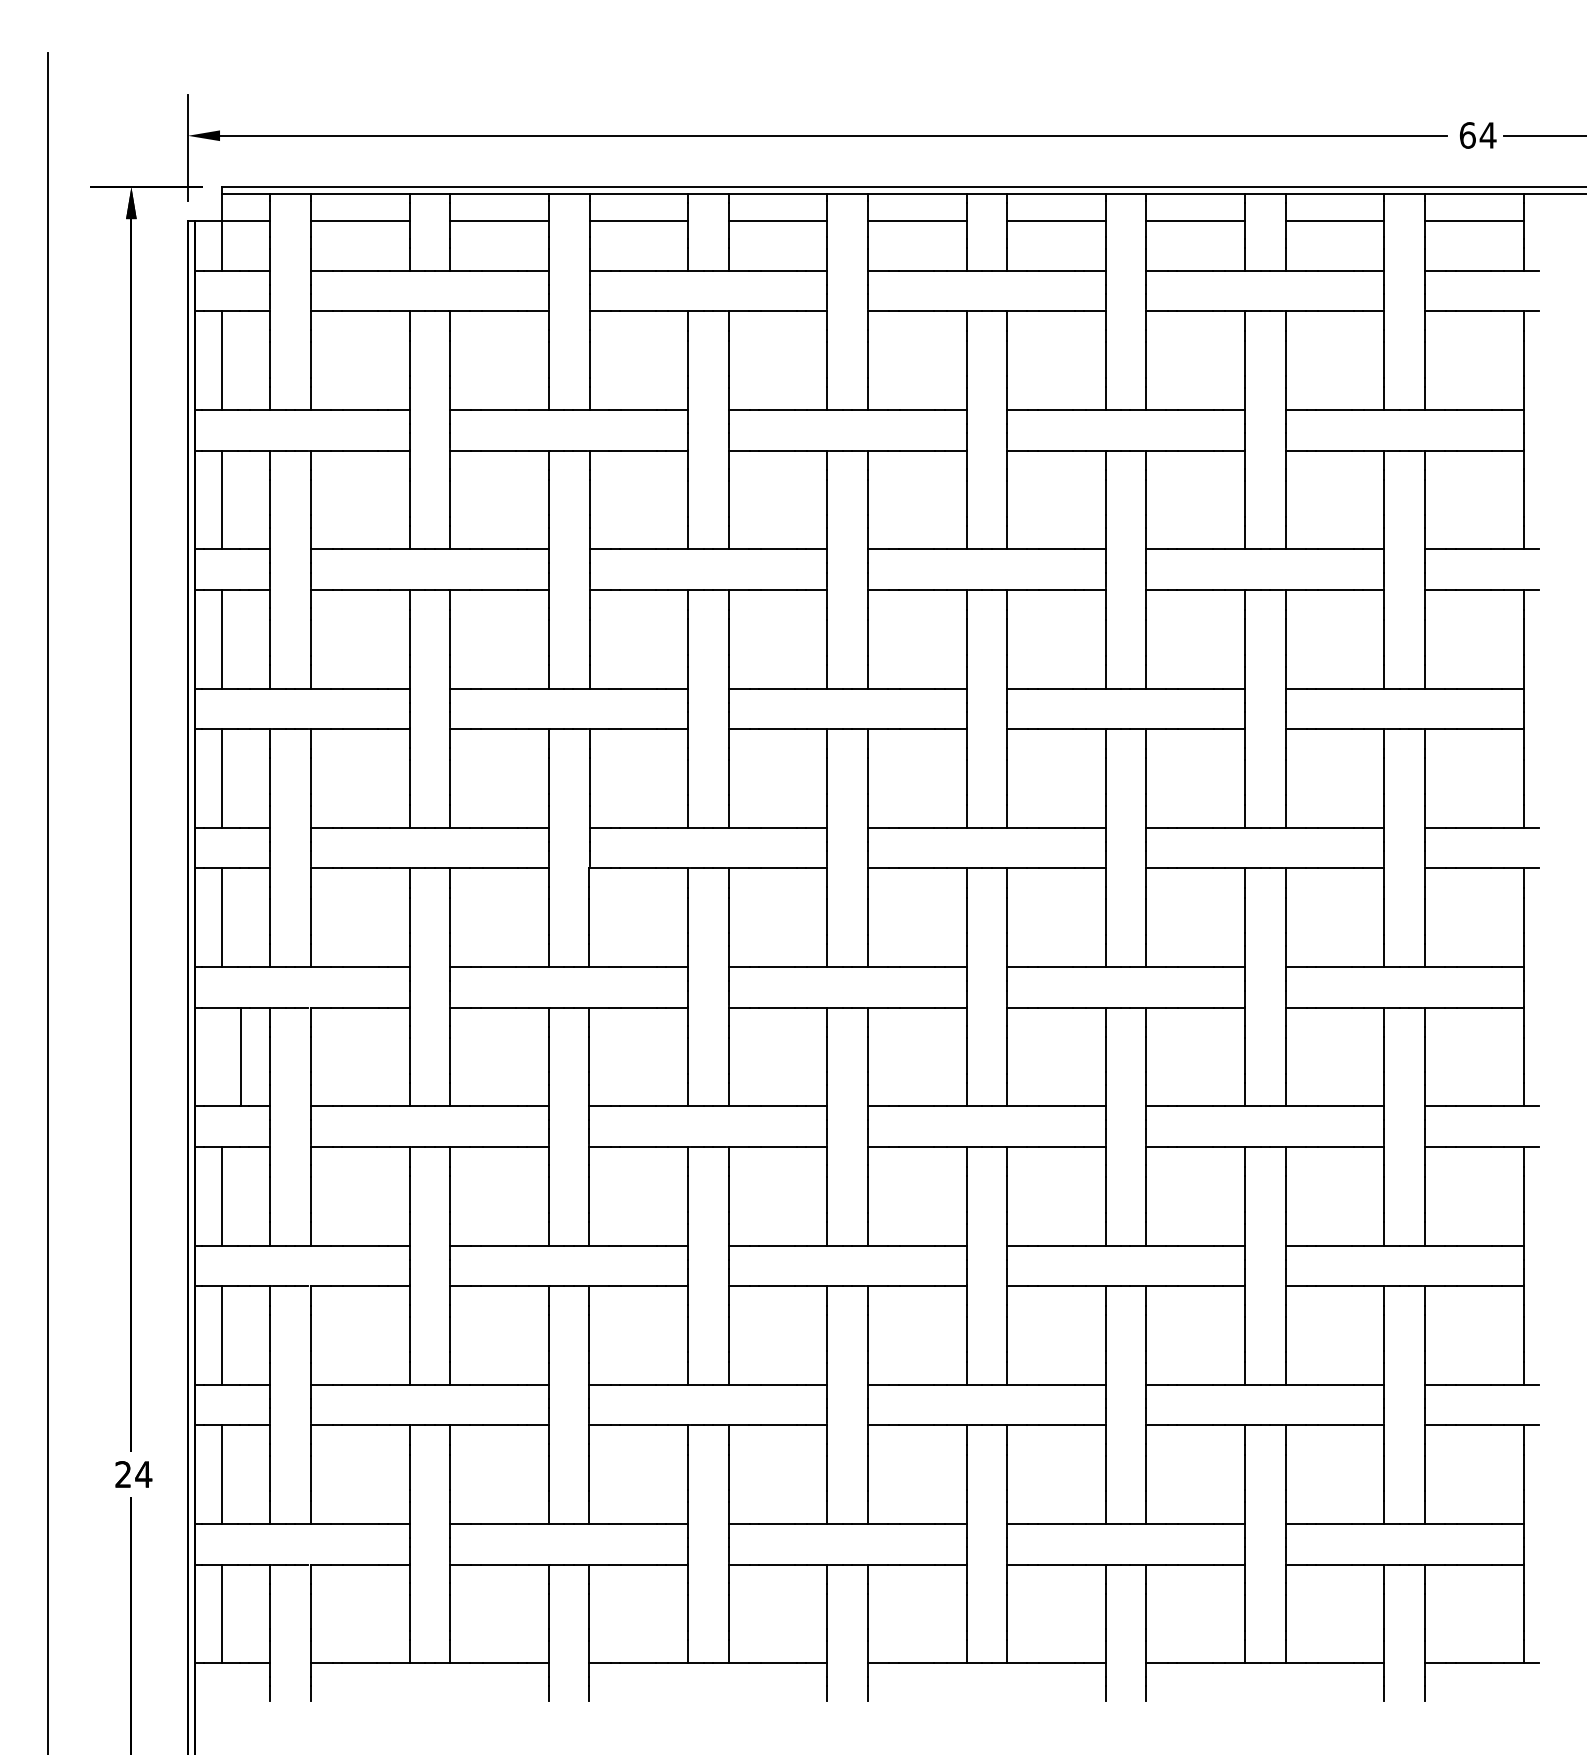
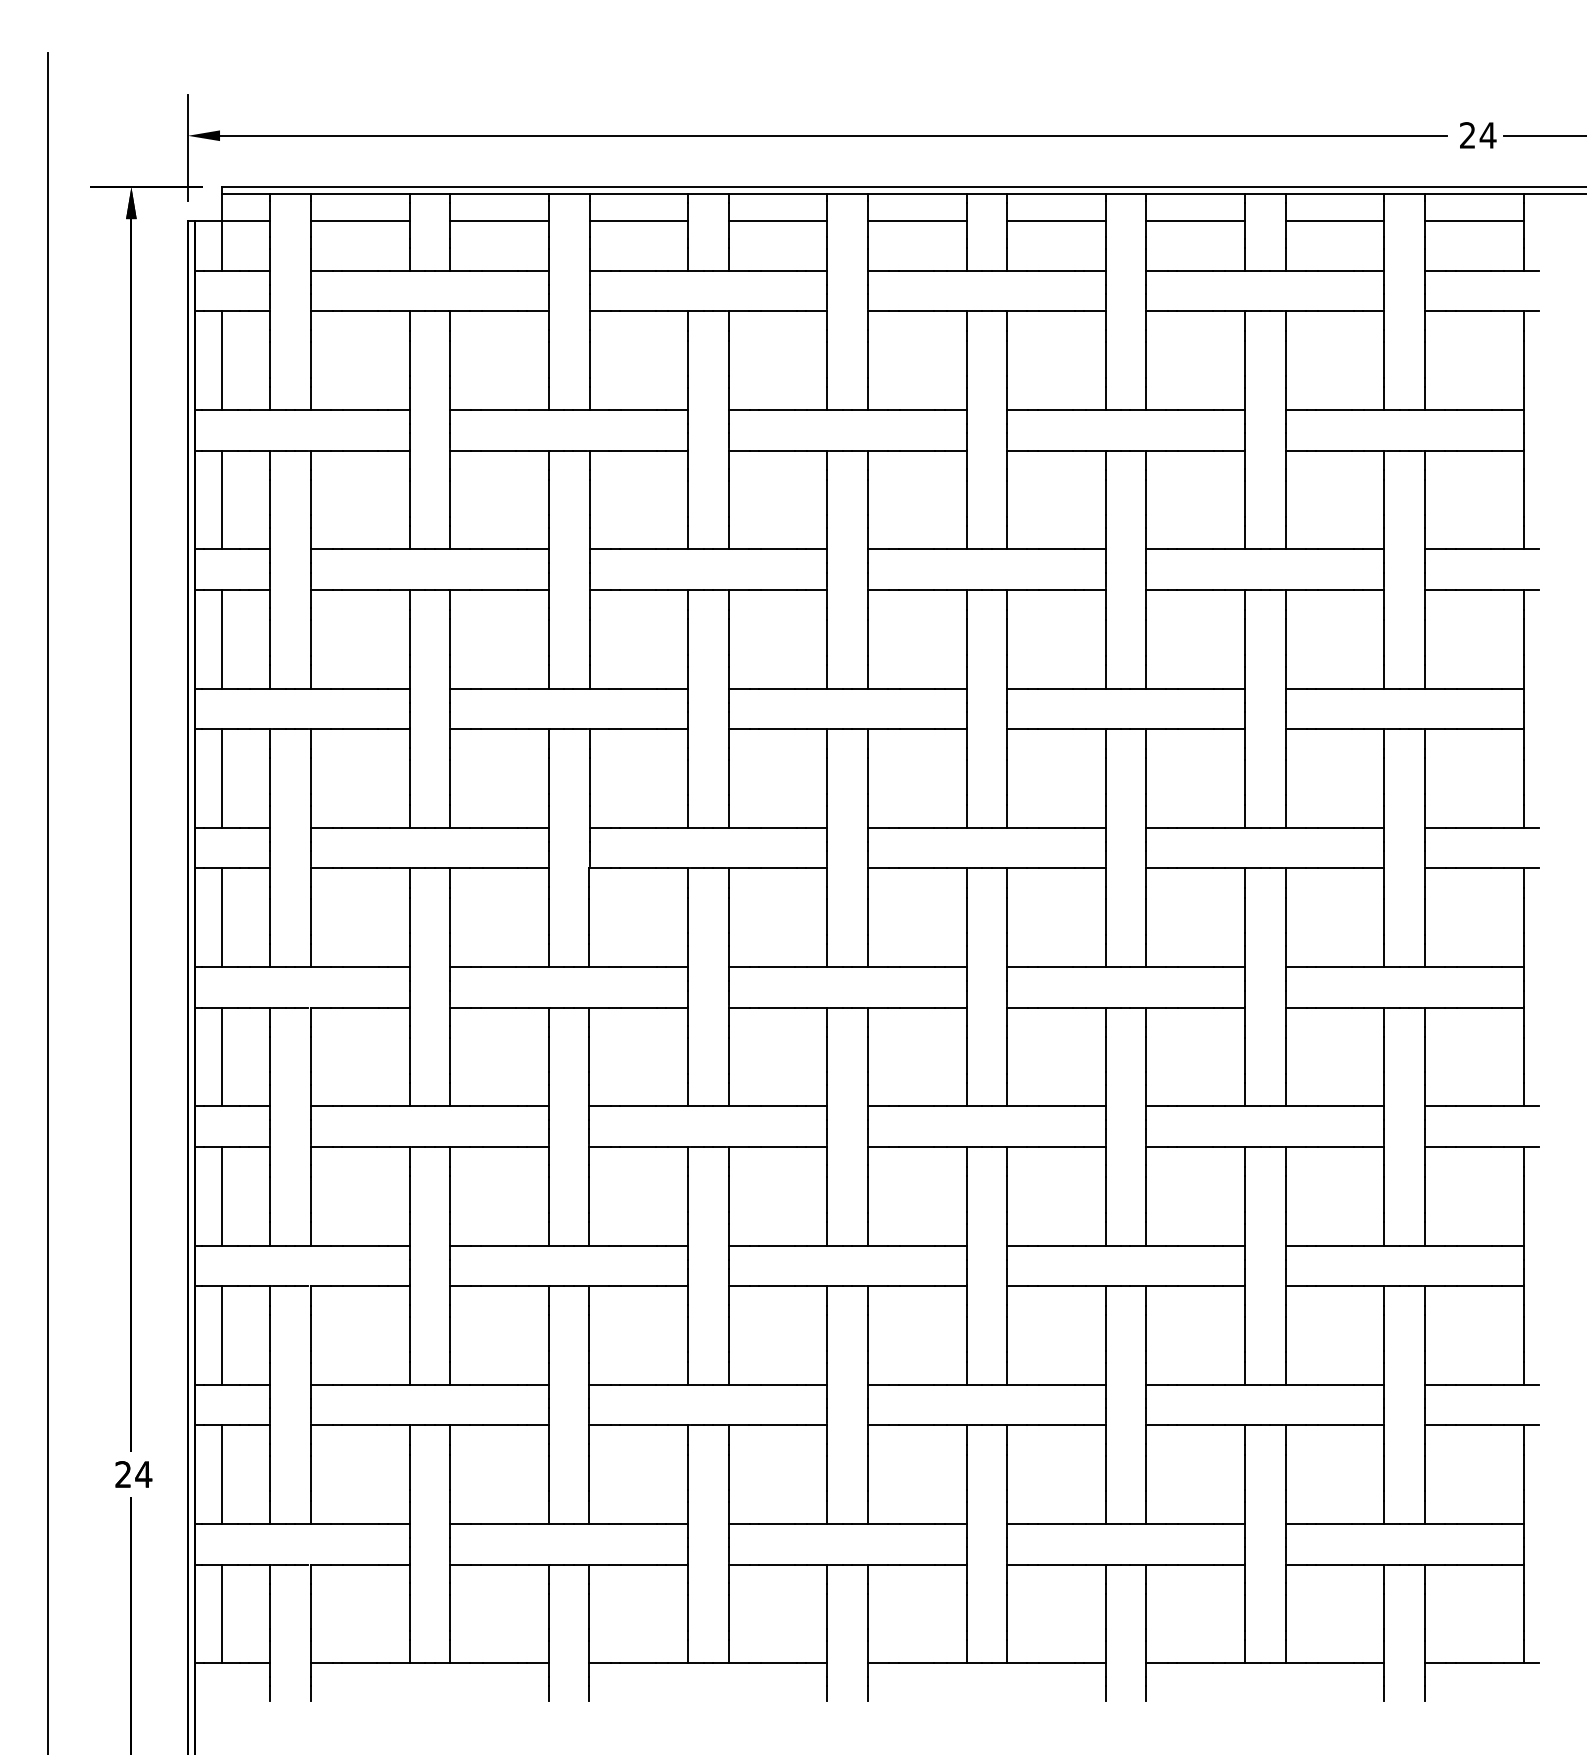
text at (1467, 135): 64 -> 24
line at (240, 1056) position: (240, 1056) -> (221, 1056)
